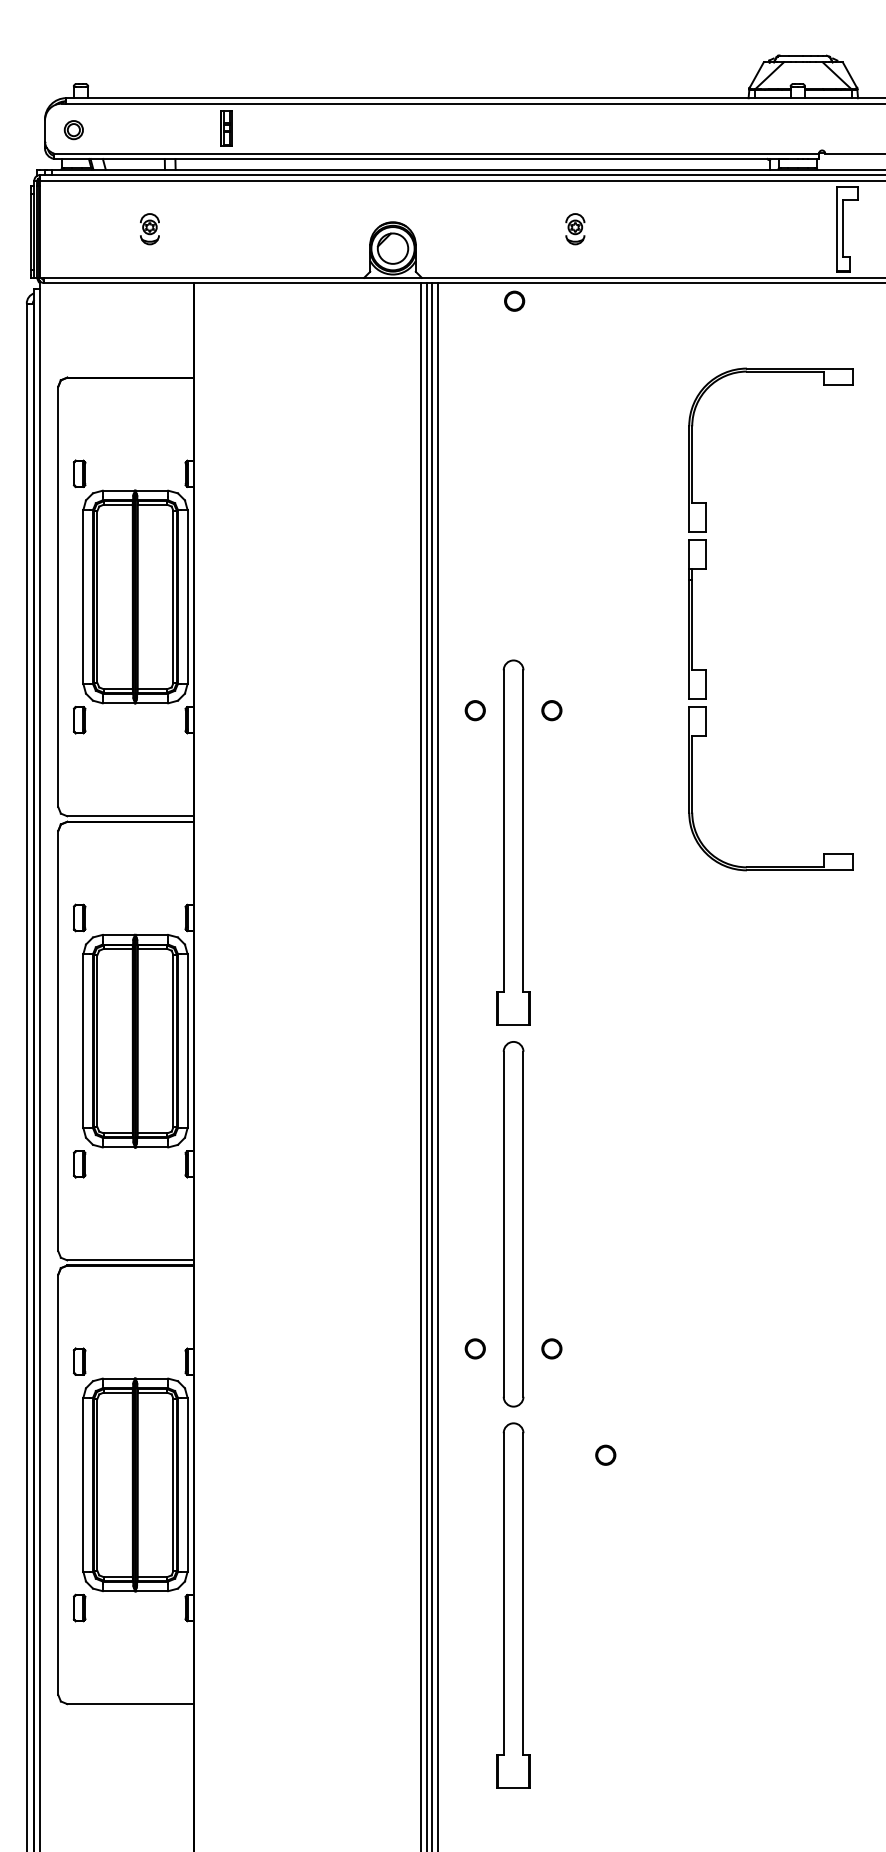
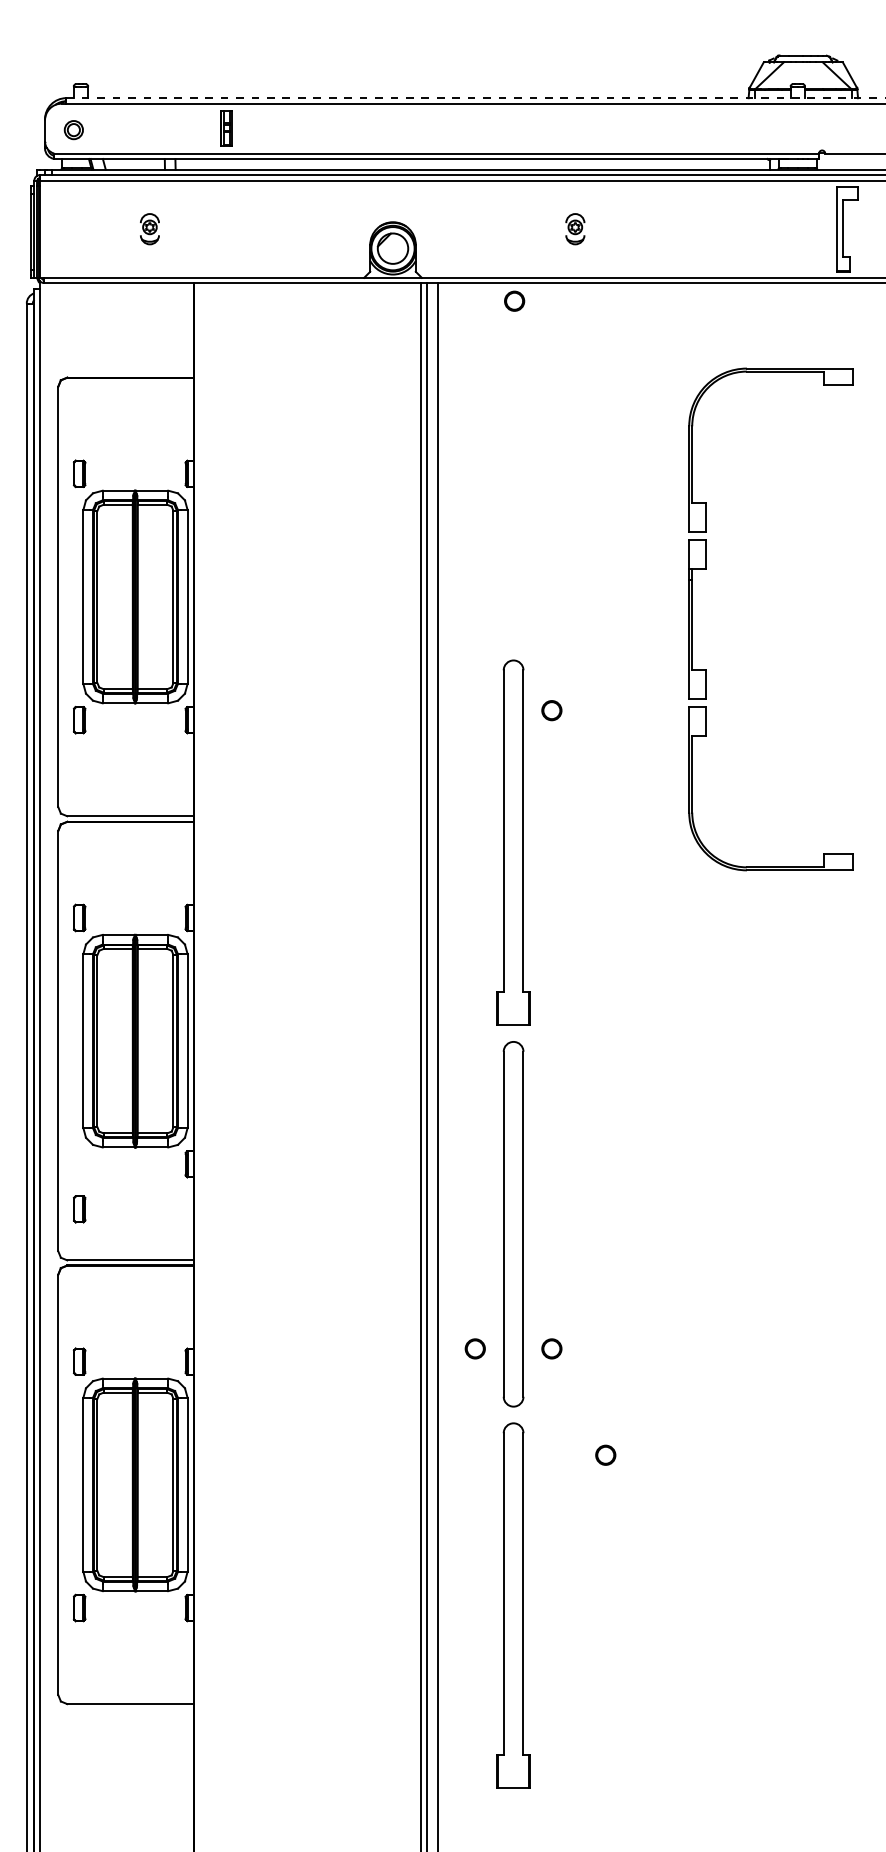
line at (475, 98): solid -> dashed
circle at (474, 710): present -> none
line at (432, 1065): present -> none
part at (79, 1164) position: (79, 1164) -> (79, 1209)
